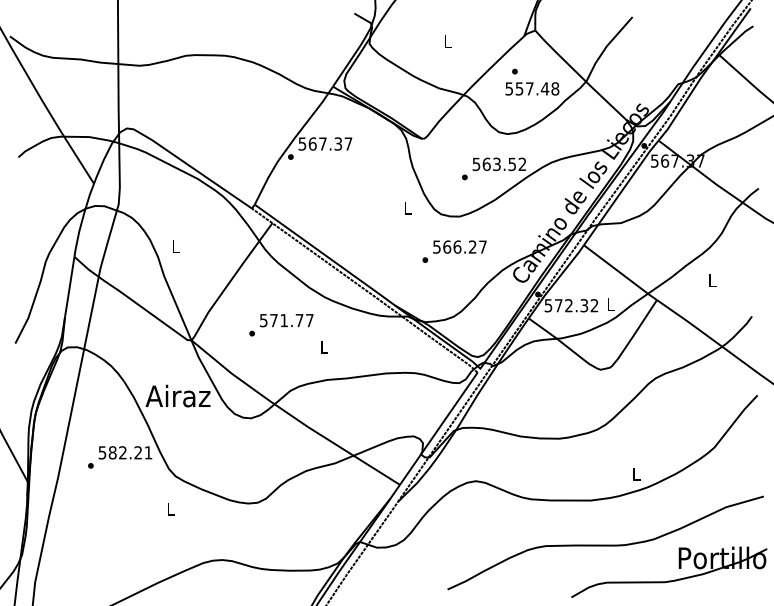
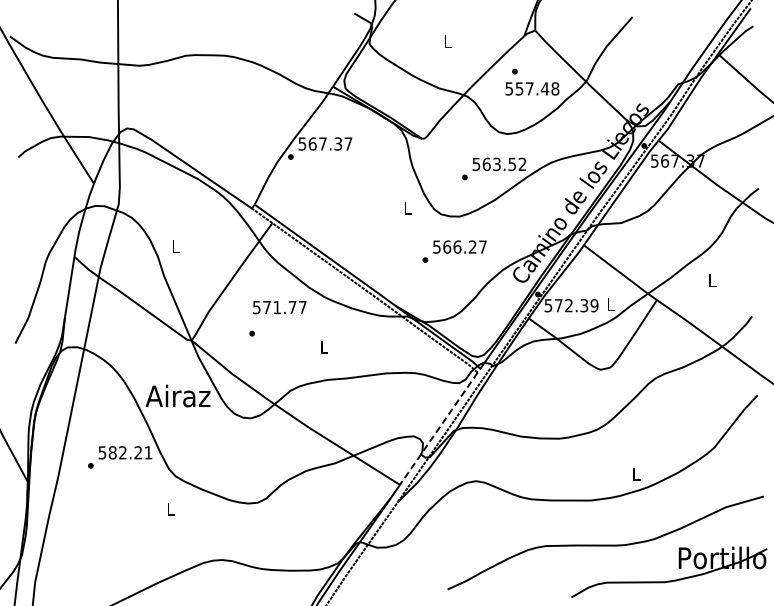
text at (594, 305): 572.32 -> 572.39
text at (286, 320) position: (286, 320) -> (279, 307)
line at (438, 429): solid -> dashed
